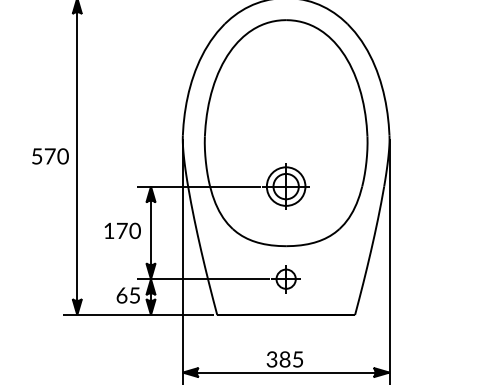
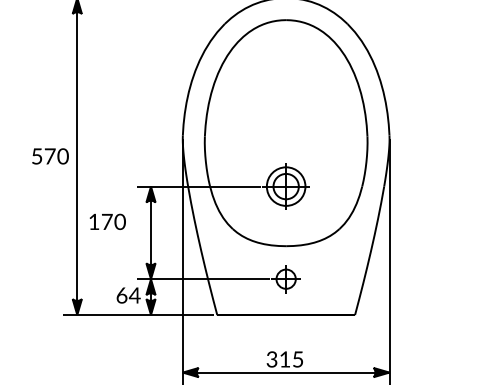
text at (122, 230) position: (122, 230) -> (107, 221)
text at (134, 295): 65 -> 64
text at (284, 359): 385 -> 315
